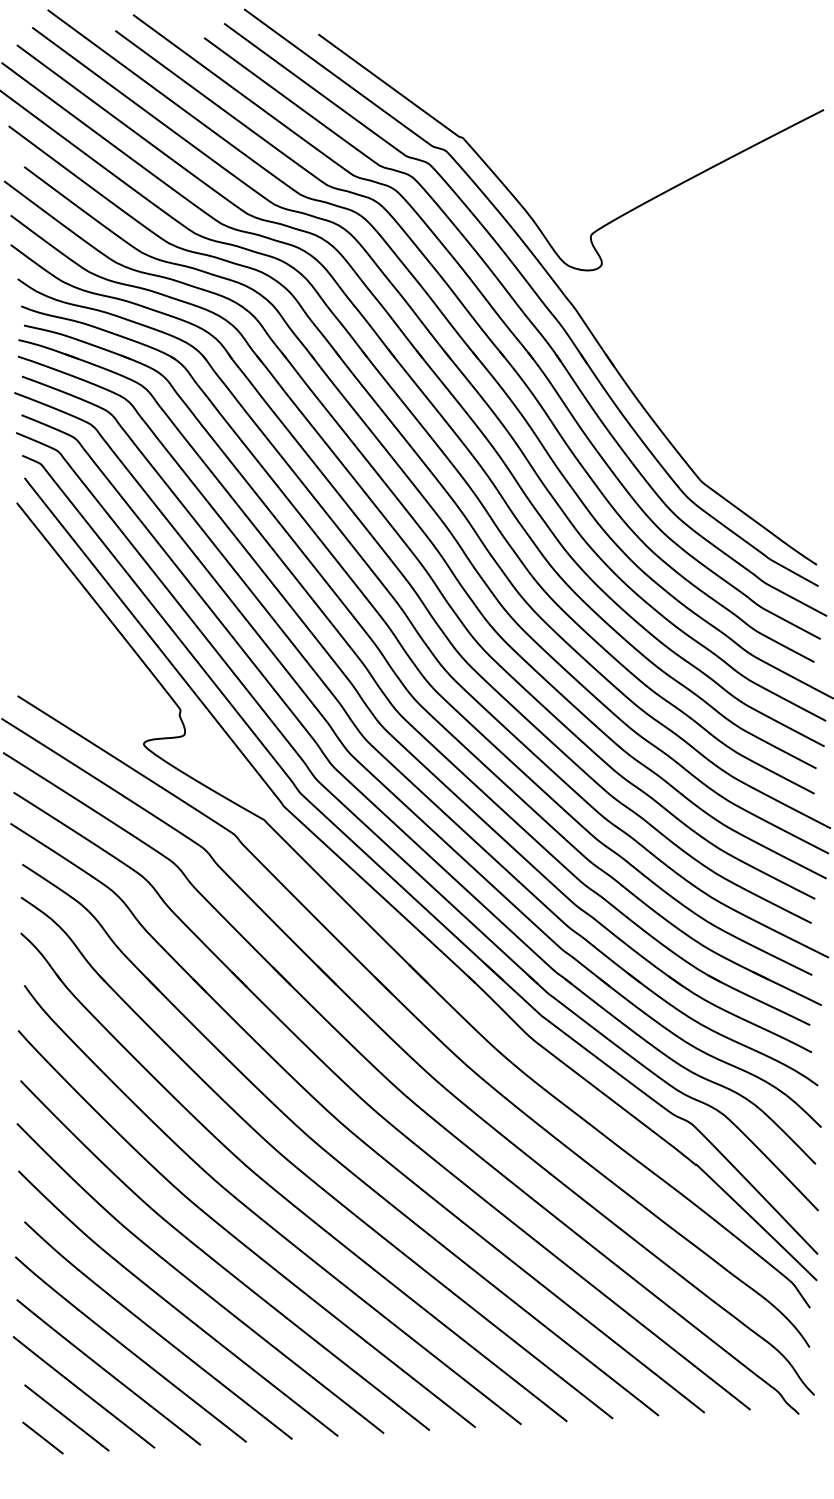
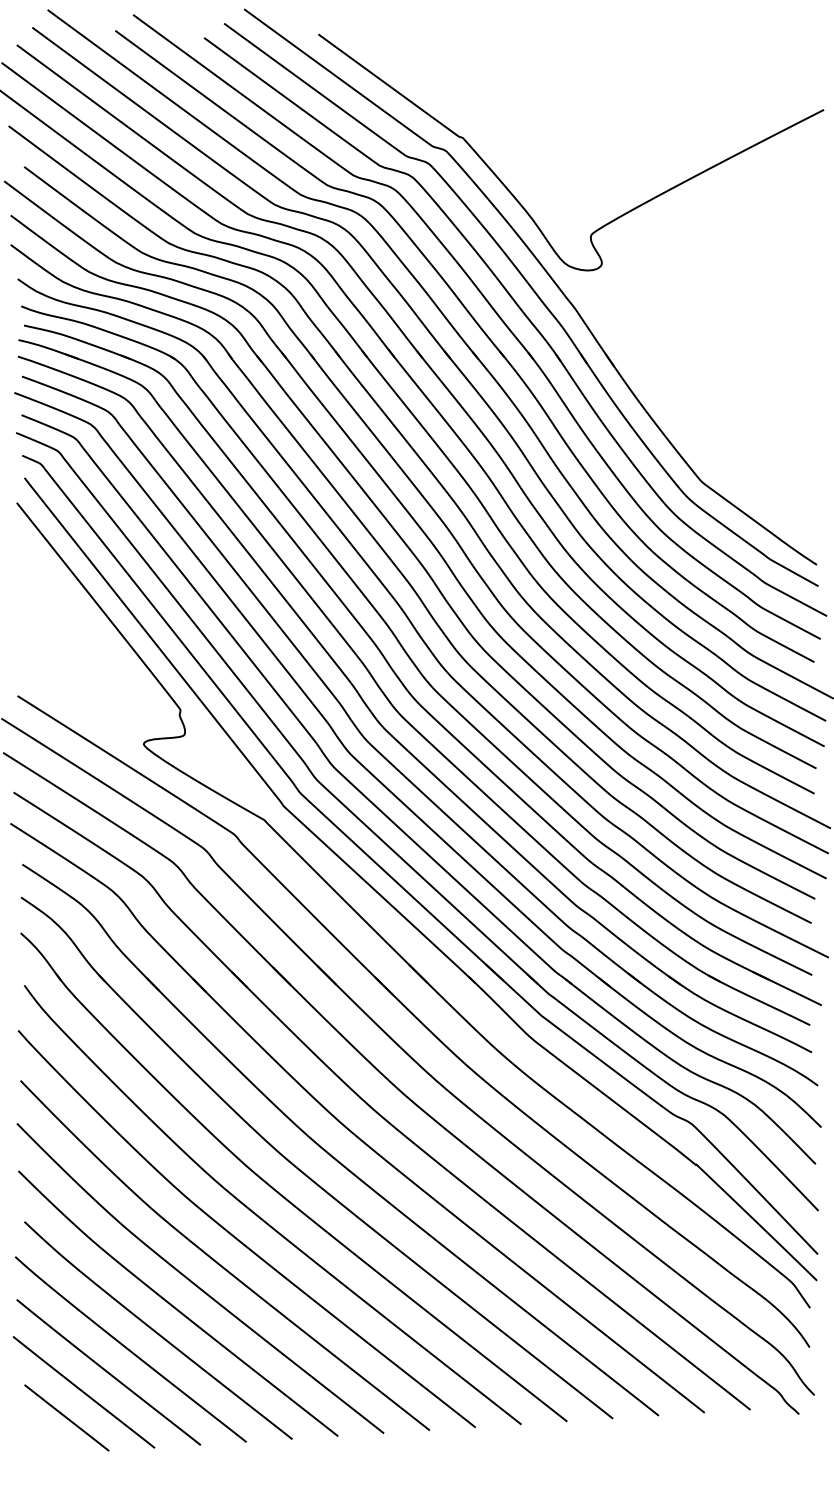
line at (42, 1437): present -> none
